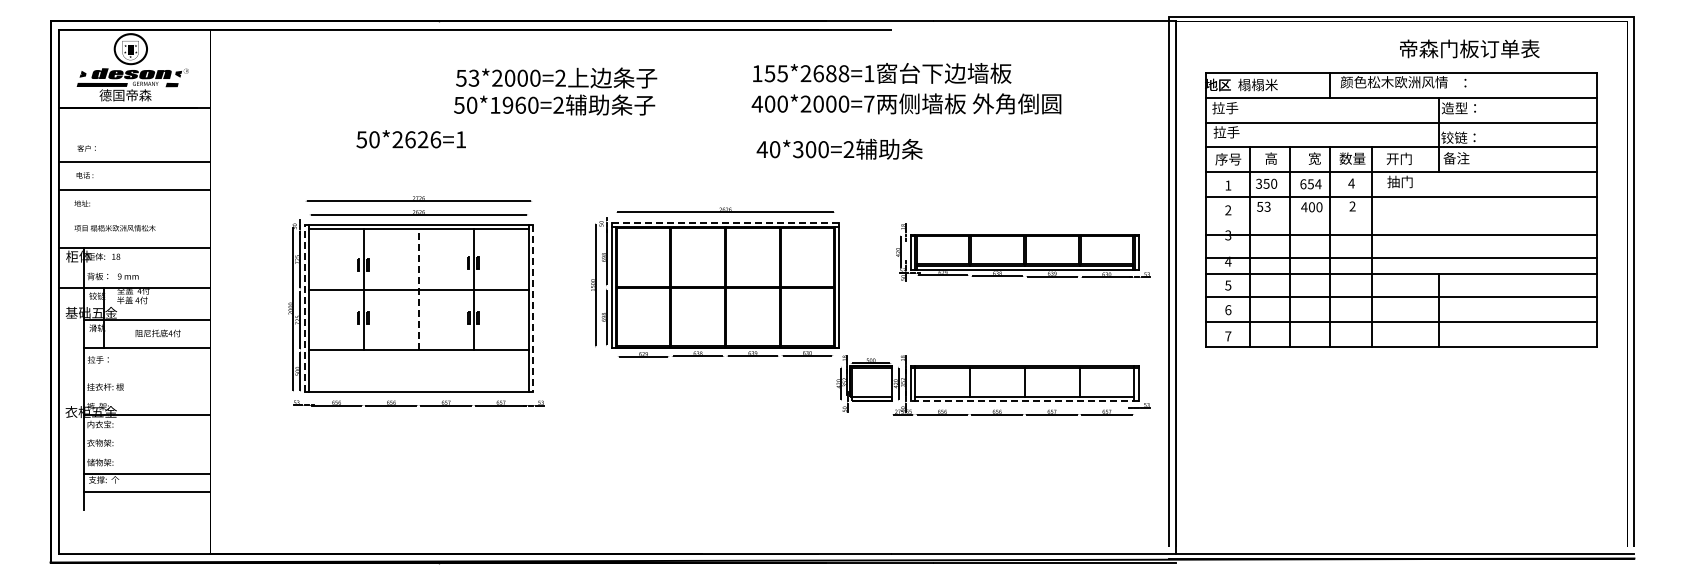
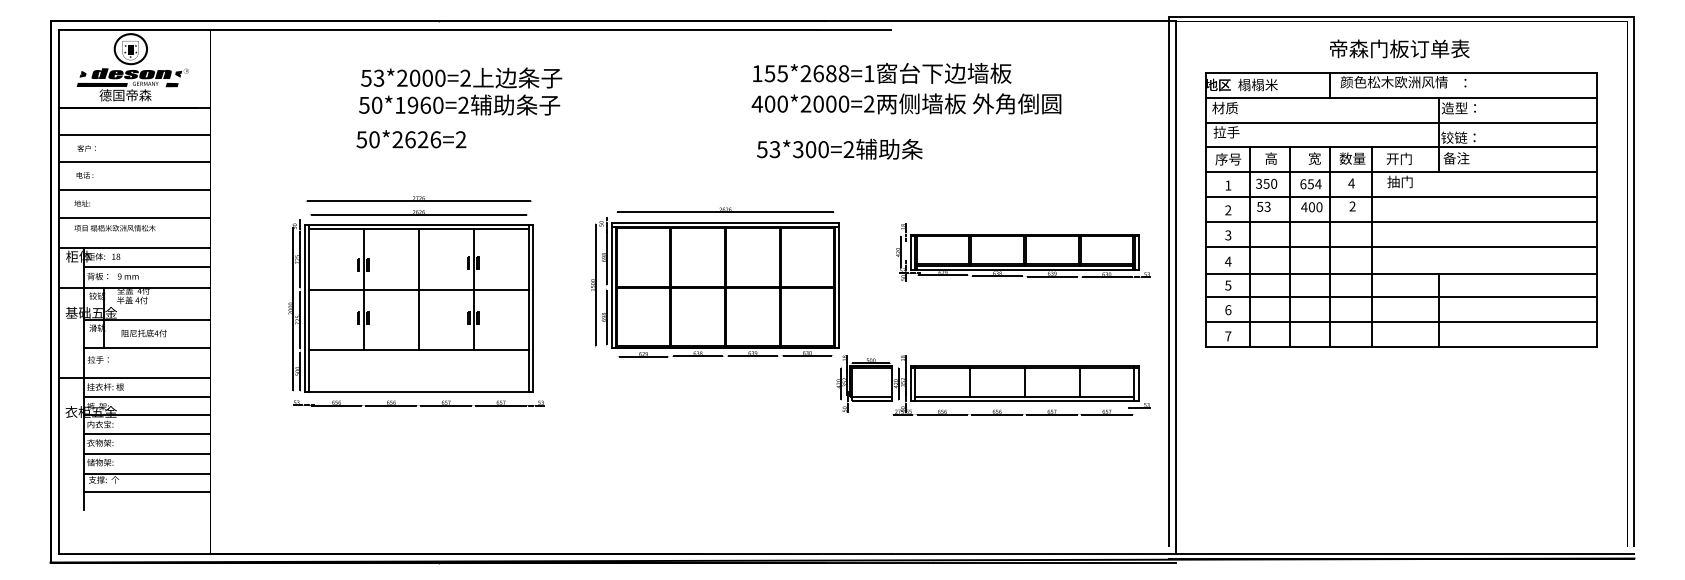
text at (1469, 48) position: (1469, 48) -> (1399, 48)
text at (555, 91) position: (555, 91) -> (460, 91)
text at (869, 103): 400*2000=7 -> 400*2000=2
text at (1225, 108): 拉手 -> 材质
line at (134, 135): none -> present
text at (460, 139): 50*2626=1 -> 50*2626=2
text at (768, 149): 40*300=2 -> 53*300=2
line at (134, 218): none -> present
line at (725, 222): dashed -> solid
line at (1401, 235) position: (1401, 235) -> (1401, 222)
line at (1401, 258) position: (1401, 258) -> (1401, 247)
line at (146, 267): none -> present
line at (418, 289): dashed -> solid
line at (304, 308): dashed -> solid
line at (533, 308): dashed -> solid
text at (157, 333) position: (157, 333) -> (143, 333)
line at (134, 377): none -> present
line at (146, 396): none -> present
line at (1024, 401): dashed -> solid
line at (146, 434): none -> present
line at (146, 454): none -> present
